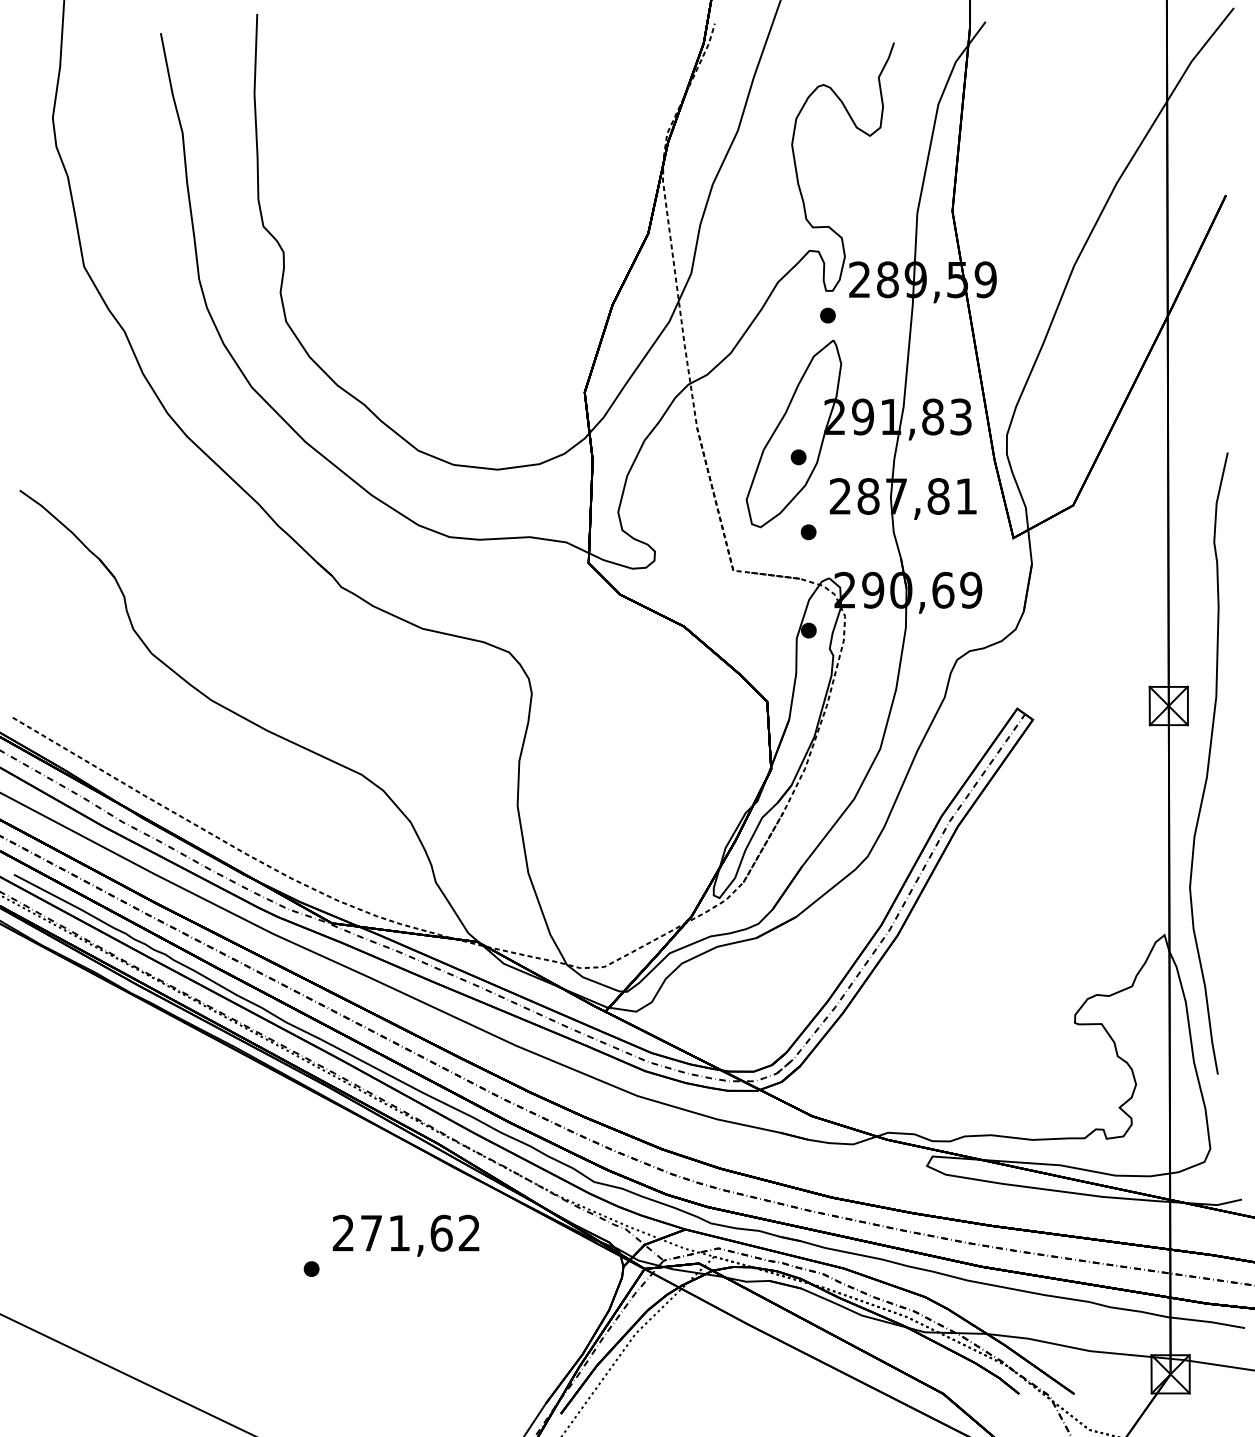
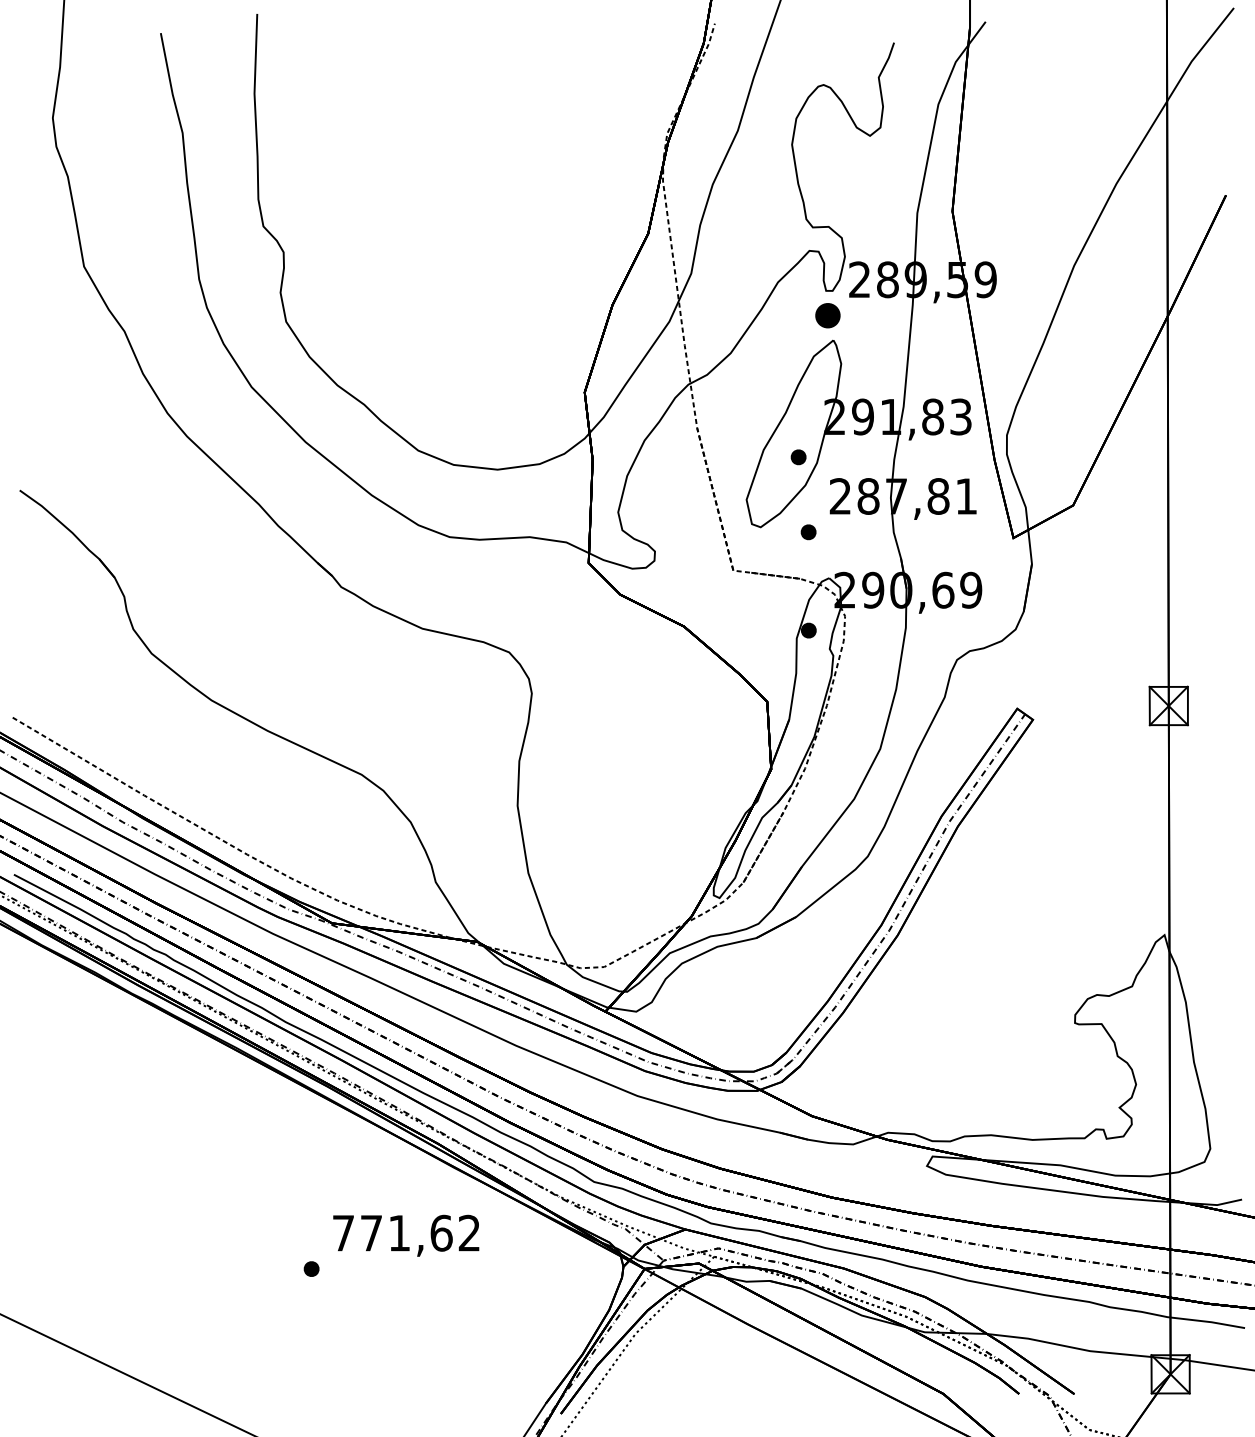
part at (827, 315) size: 16x17 px -> 26x26 px
curve at (1208, 763): present -> none
text at (342, 1232): 271,62 -> 771,62
